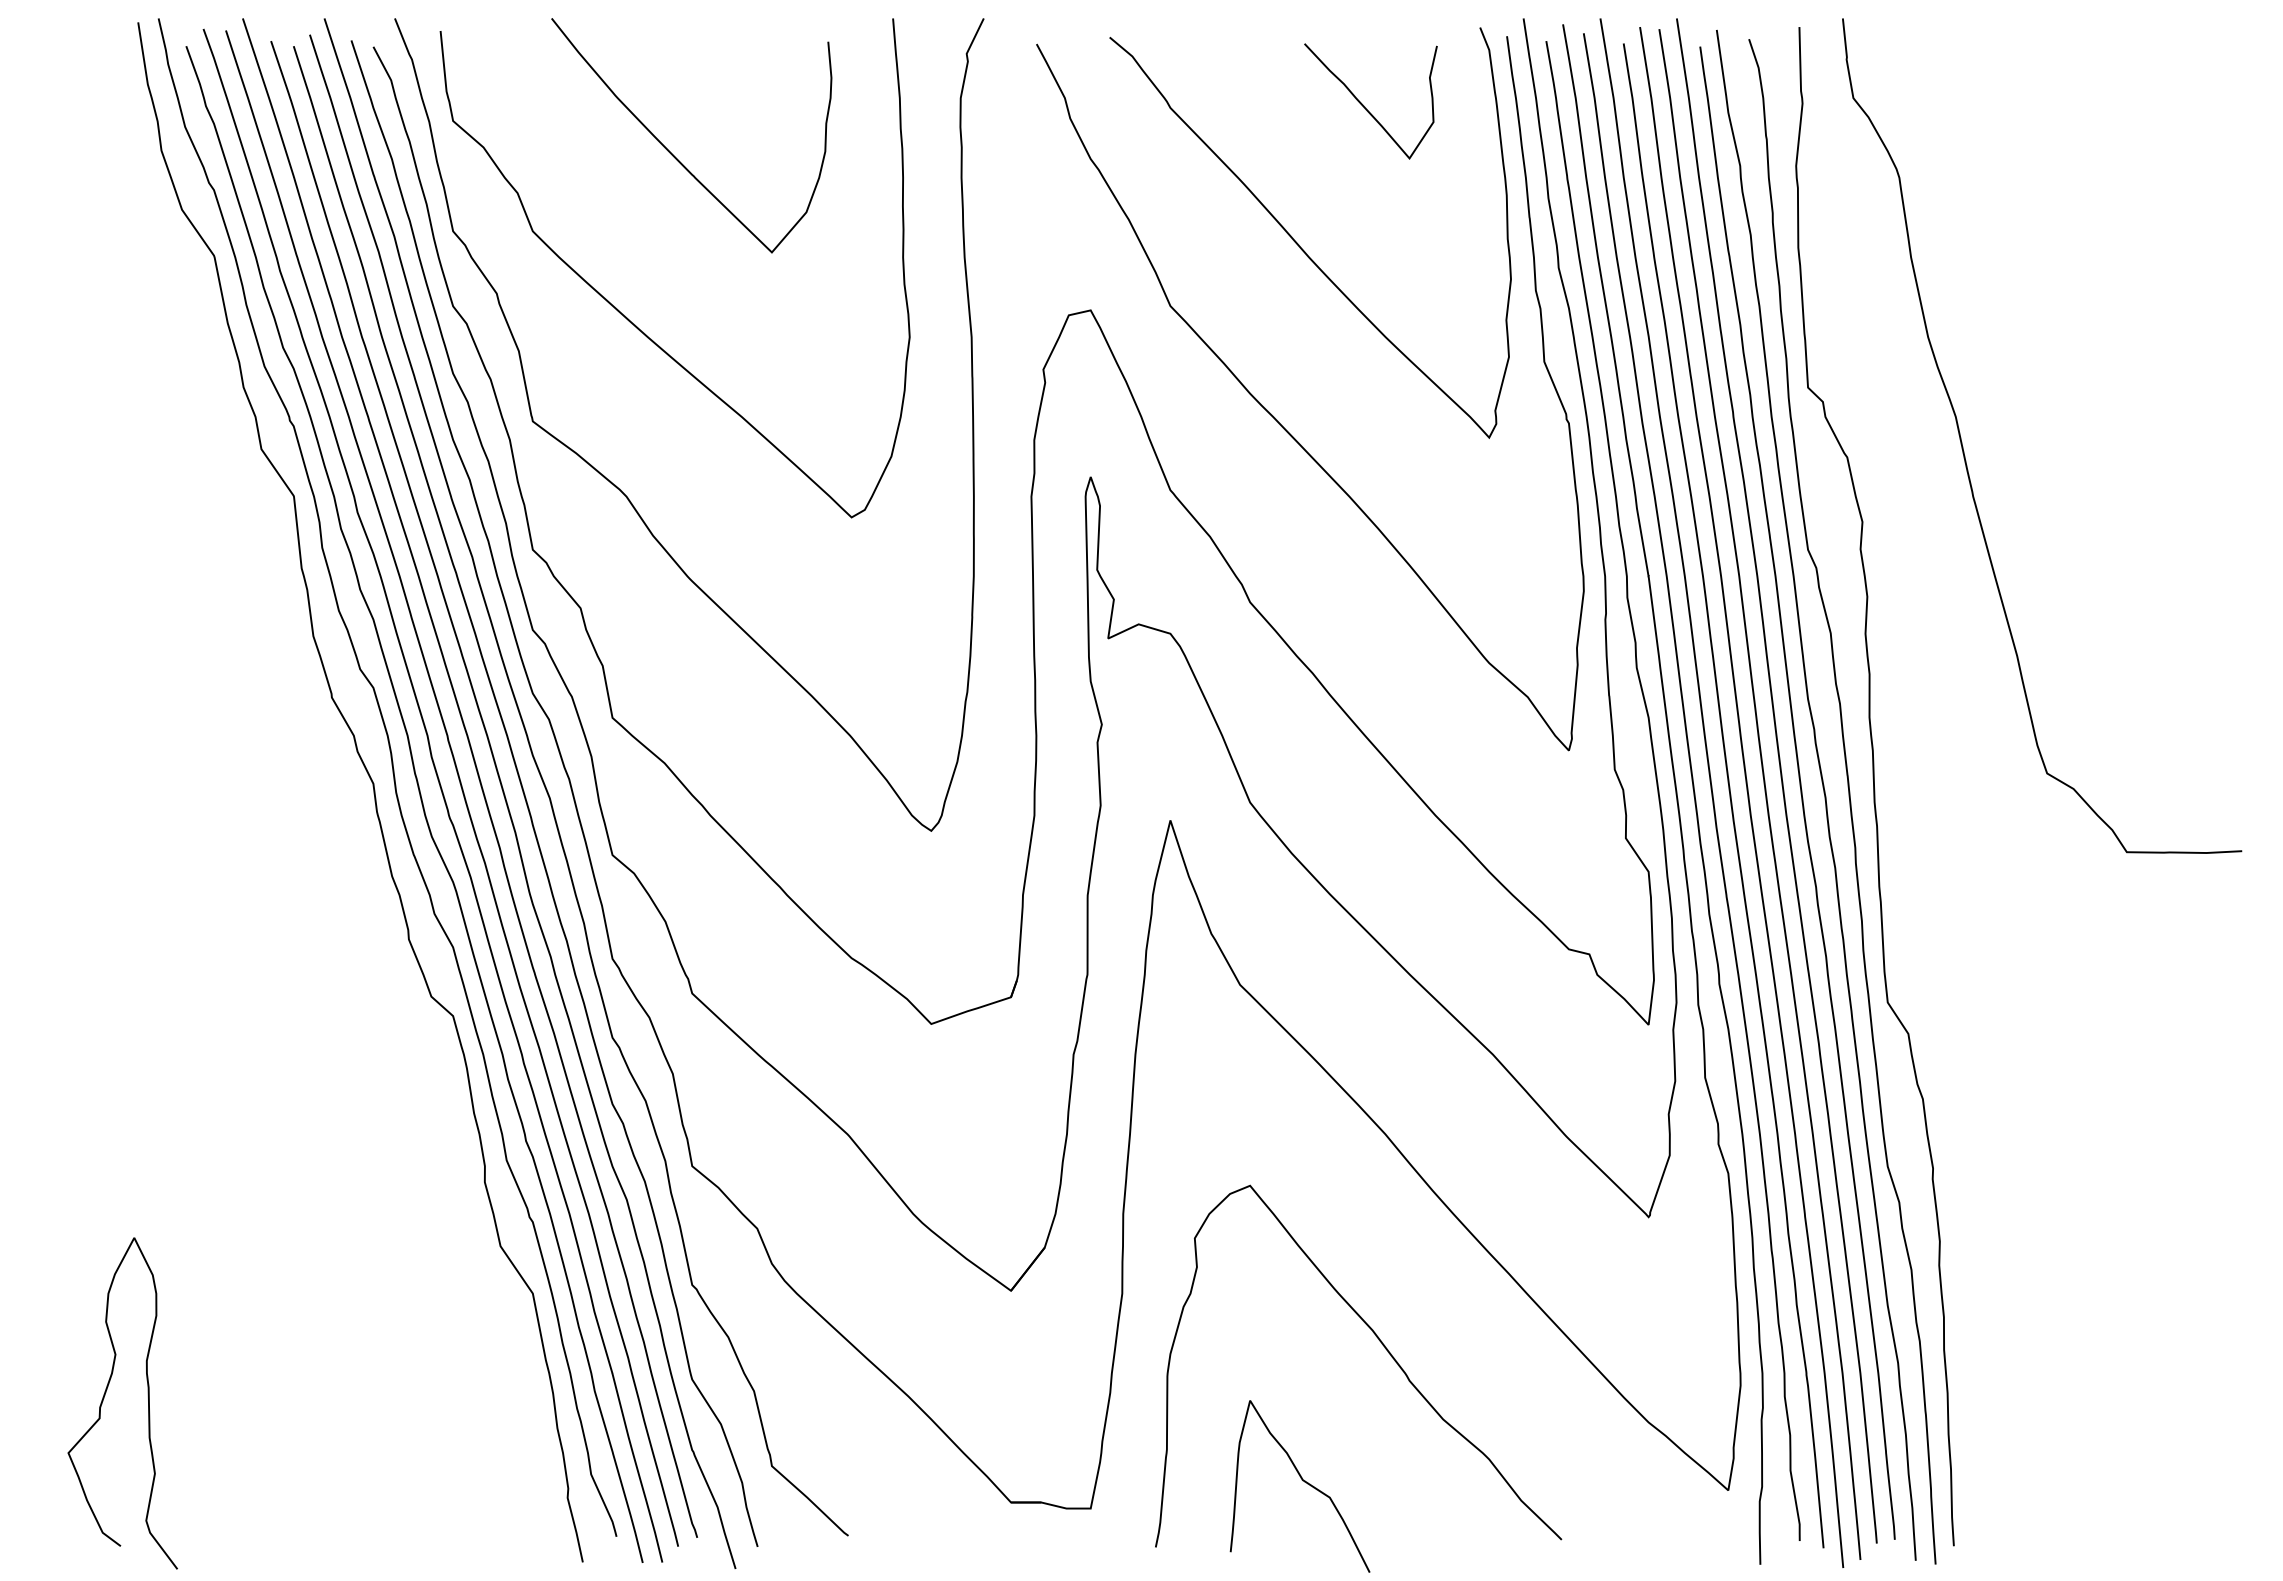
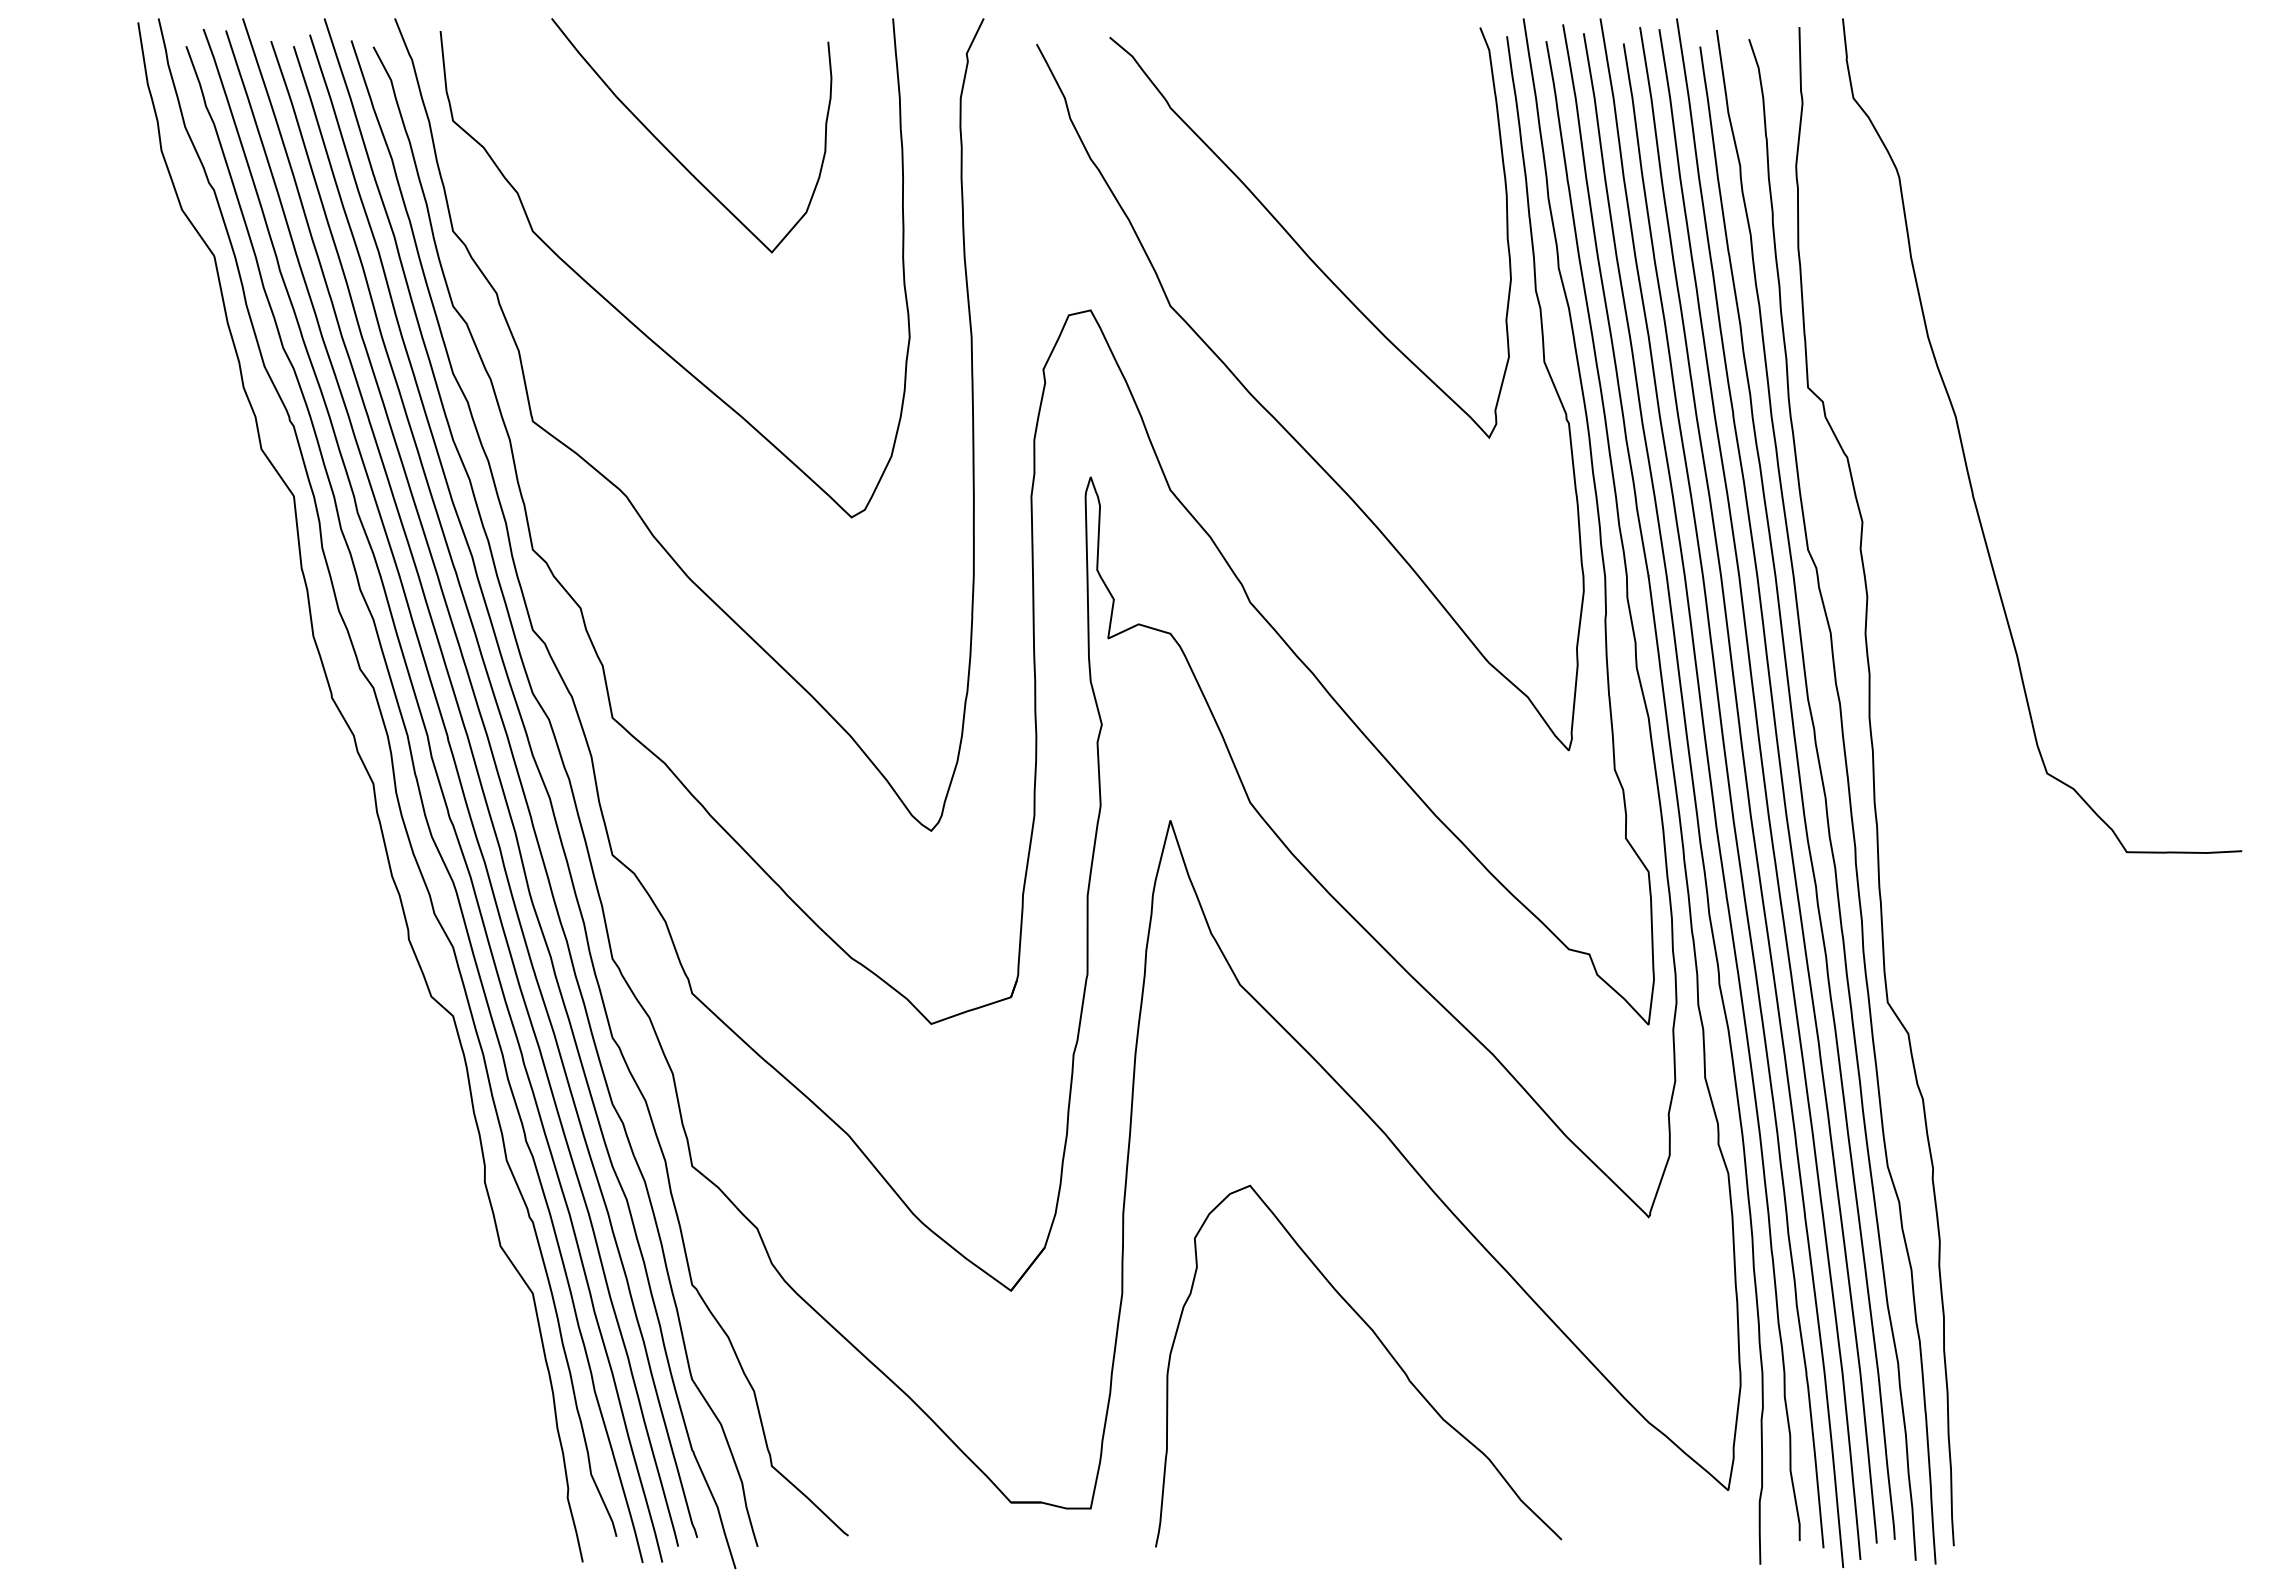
curve at (1364, 105): present -> none
curve at (104, 1398): present -> none
curve at (1303, 1481): present -> none
